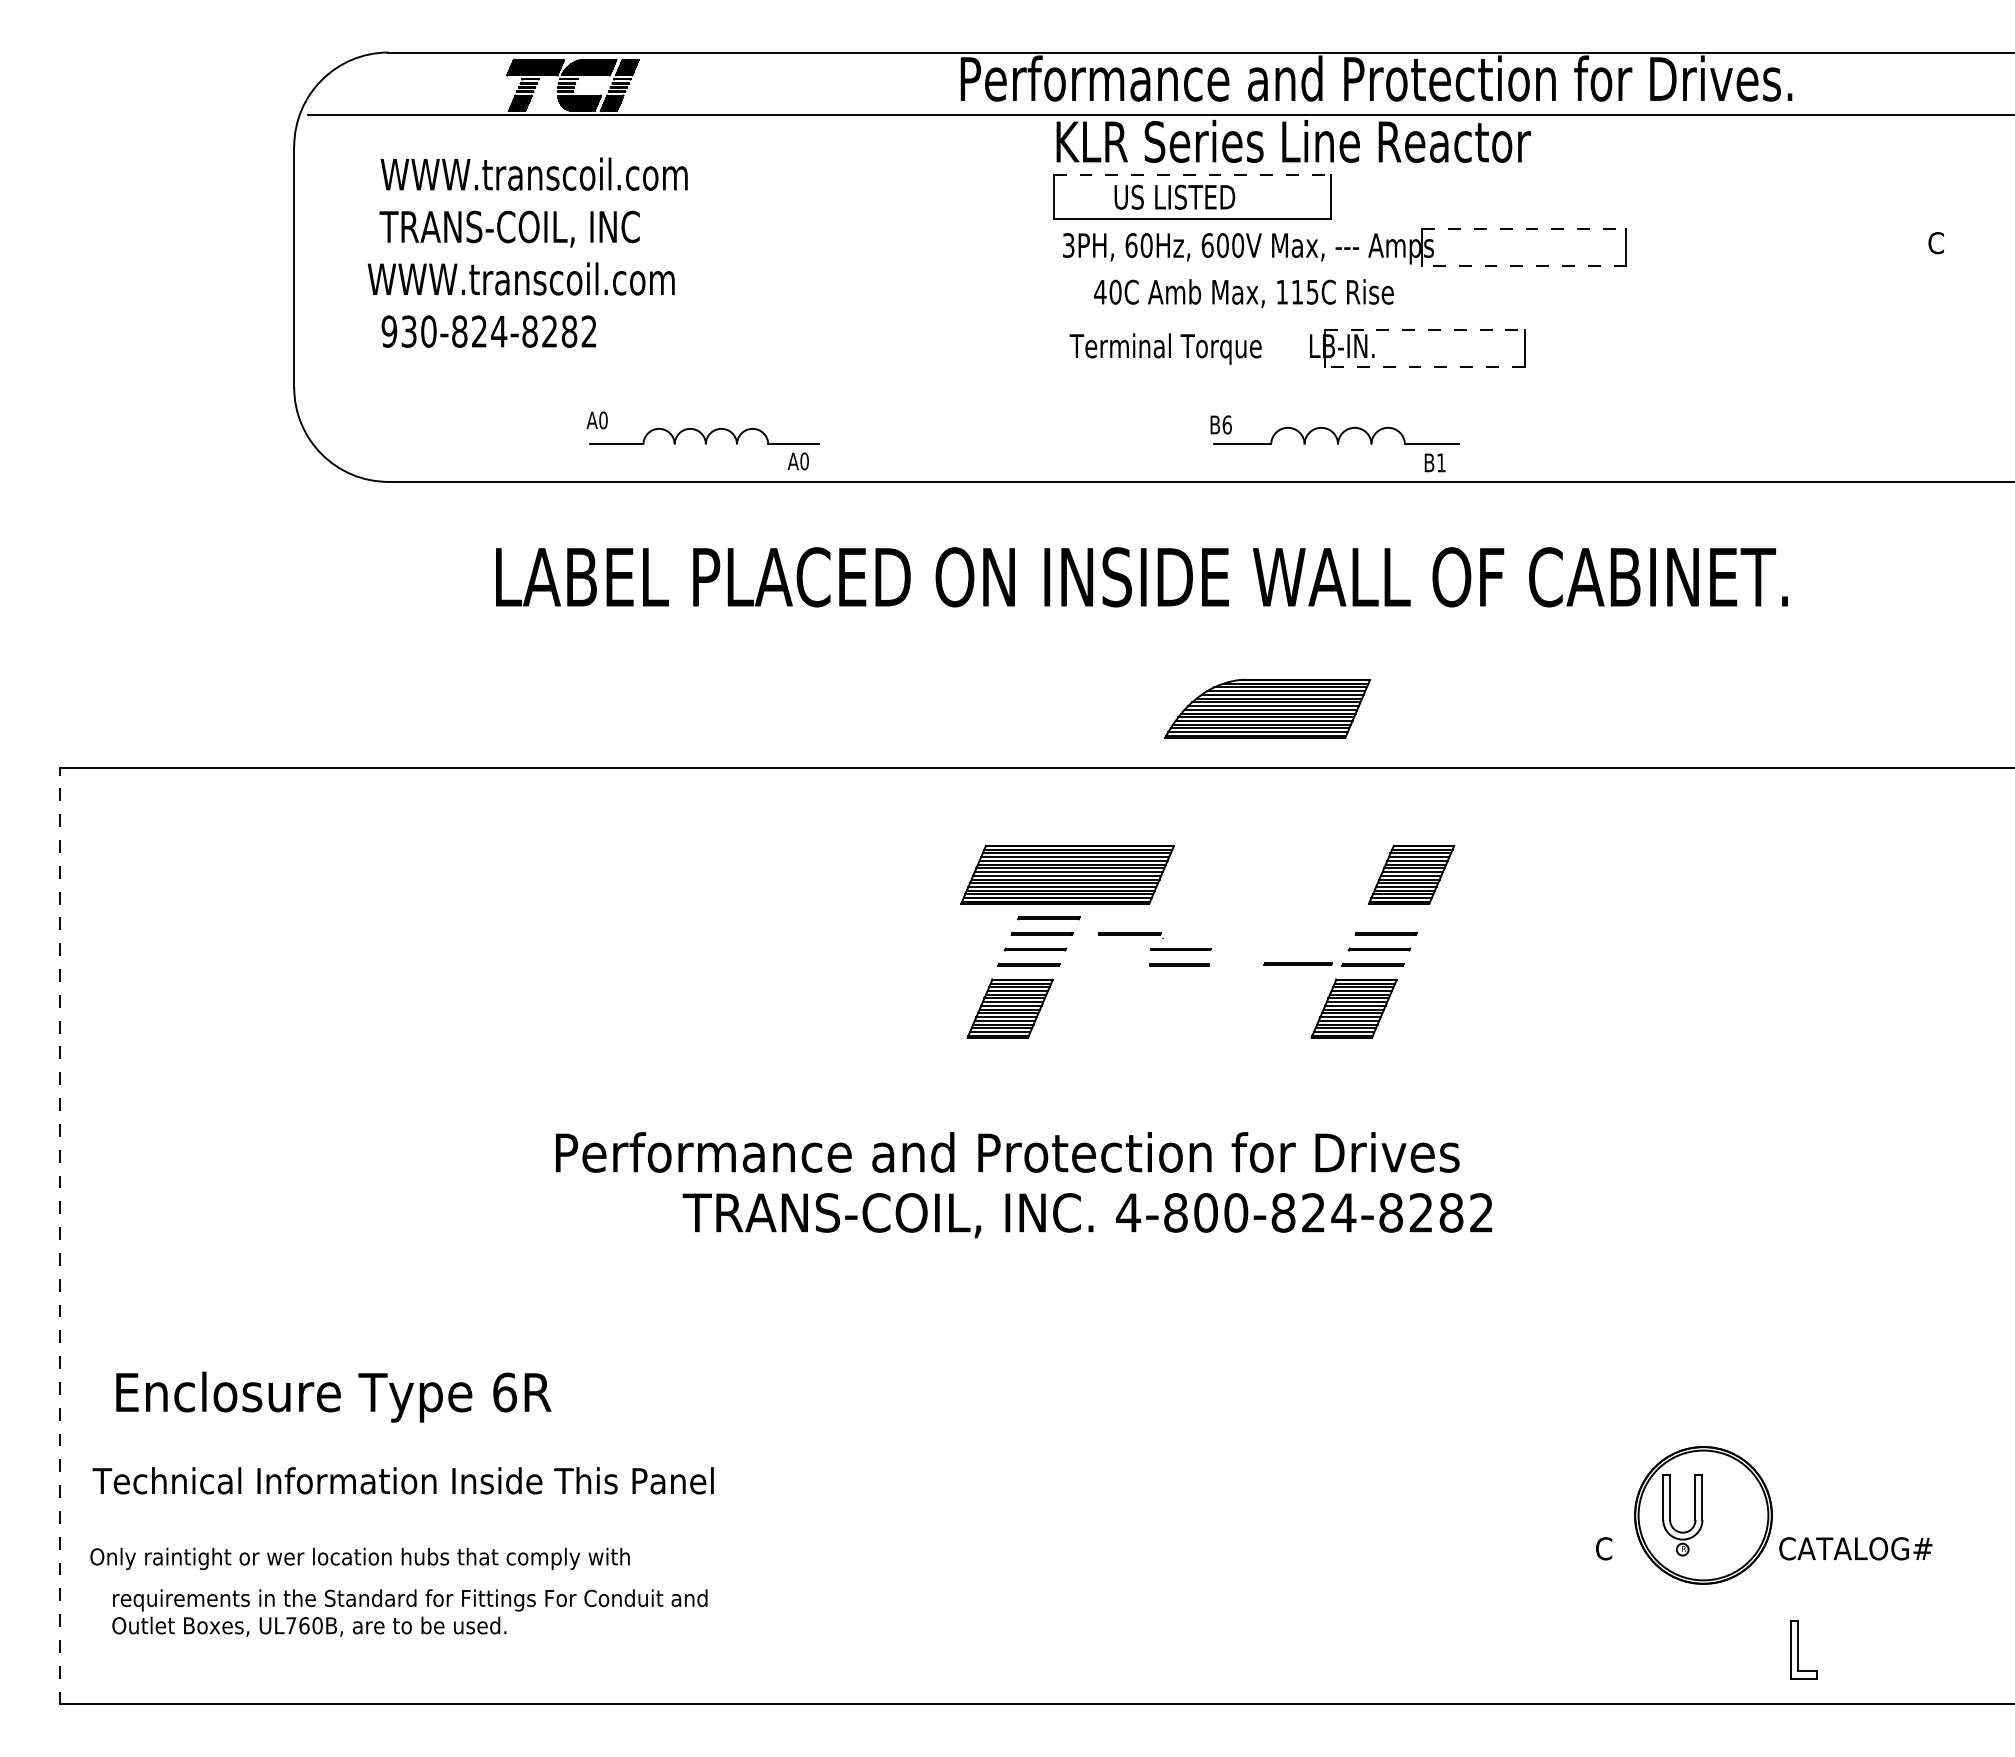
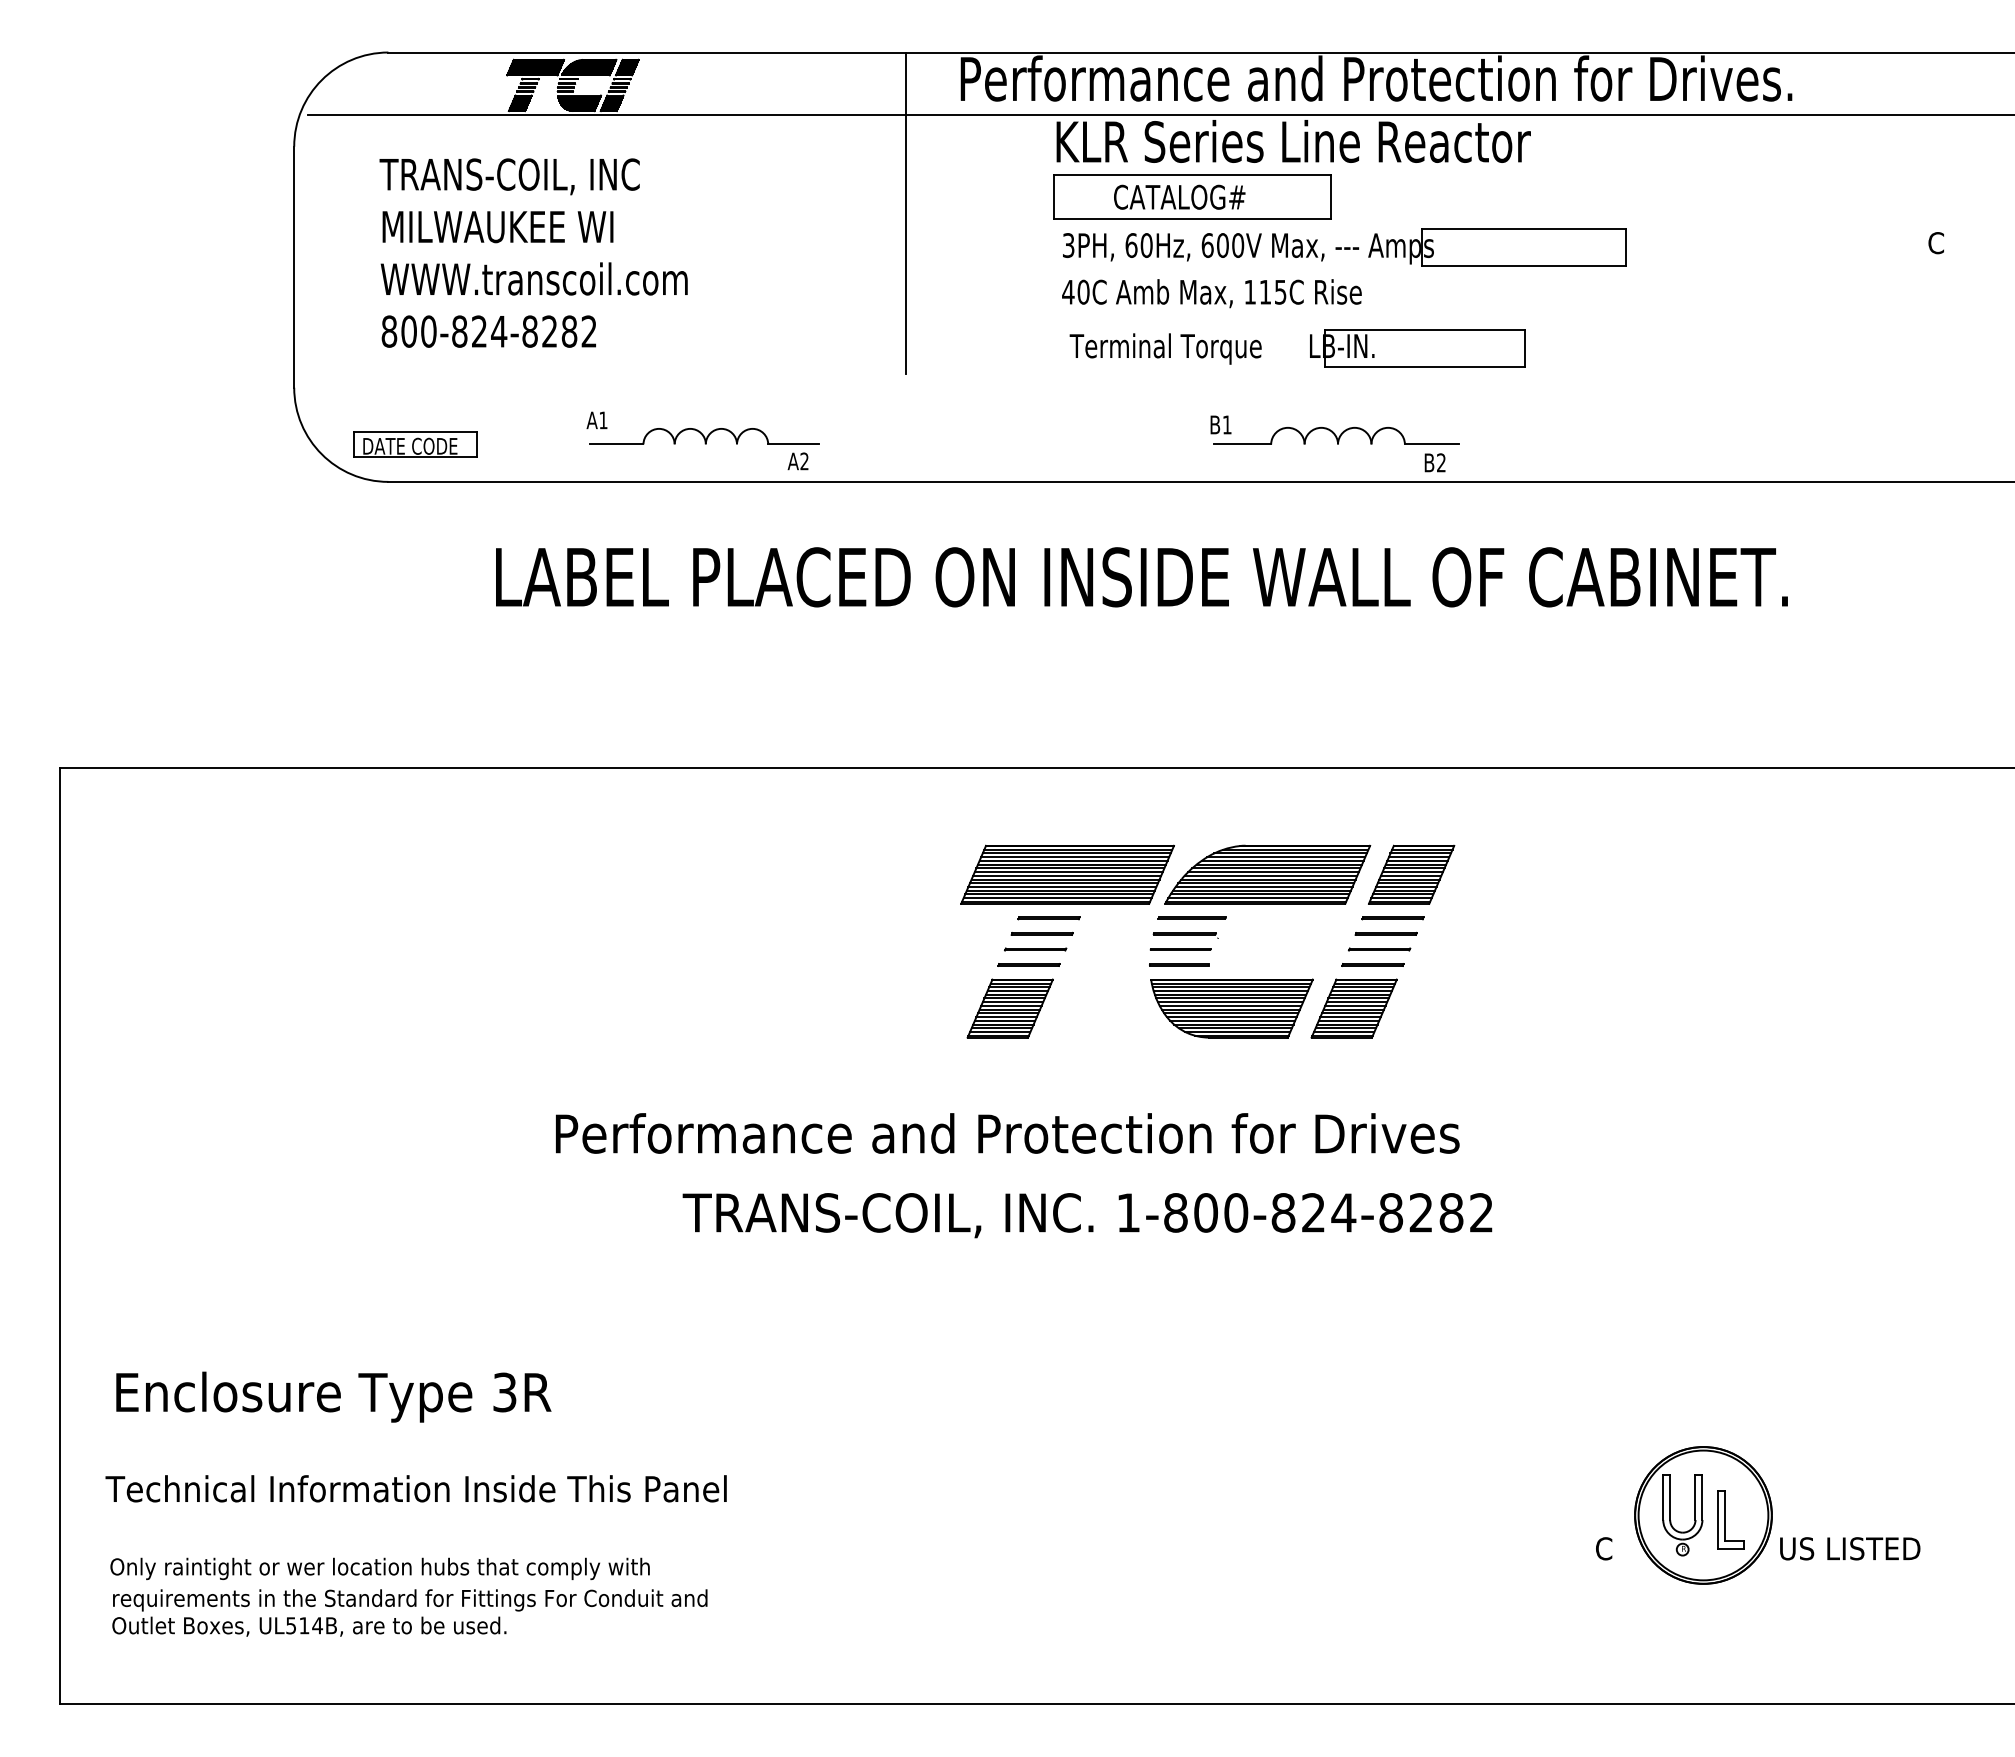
line at (1192, 174): dashed -> solid
text at (533, 176): WWW.transcoil.com -> TRANS-COIL, INC
text at (1179, 196): US LISTED -> CATALOG#
line at (906, 213): none -> present
text at (509, 228): TRANS-COIL, INC -> MILWAUKEE WI
line at (1524, 228): dashed -> solid
line at (1523, 265): dashed -> solid
text at (520, 278) position: (520, 278) -> (533, 278)
text at (1243, 293) position: (1243, 293) -> (1211, 293)
line at (1424, 330): dashed -> solid
text at (398, 331): 930-824-8282 -> 800-824-8282
line at (1424, 366): dashed -> solid
text at (603, 420): A0 -> A1
text at (1226, 424): B6 -> B1
part at (415, 444): none -> present
text at (804, 461): A0 -> A2
text at (1441, 462): B1 -> B2
part at (1267, 708) position: (1267, 708) -> (1267, 874)
line at (1392, 918): none -> present
part at (1130, 935) position: (1130, 935) -> (1185, 935)
line at (1297, 963) position: (1297, 963) -> (1191, 917)
part at (1231, 1008): none -> present
text at (1007, 1152) position: (1007, 1152) -> (1007, 1133)
text at (1128, 1212): 4-800-824-8282 -> 1-800-824-8282
line at (60, 1235): dashed -> solid
text at (505, 1392): 6R -> 3R
text at (402, 1480) position: (402, 1480) -> (415, 1488)
text at (1855, 1548): CATALOG# -> US LISTED
text at (359, 1558) position: (359, 1558) -> (379, 1568)
text at (304, 1625): UL760B, -> UL514B,
part at (1803, 1649) position: (1803, 1649) -> (1730, 1519)
